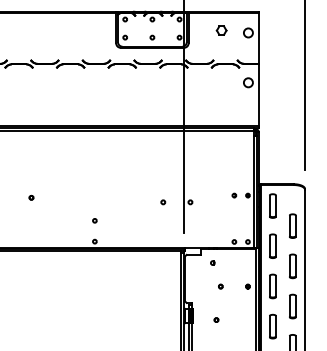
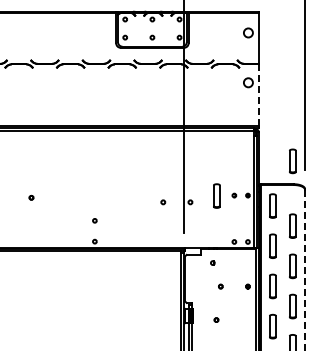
part at (221, 30): present -> none
line at (259, 94): solid -> dashed
part at (292, 161): none -> present
part at (216, 195): none -> present
line at (305, 270): solid -> dashed
